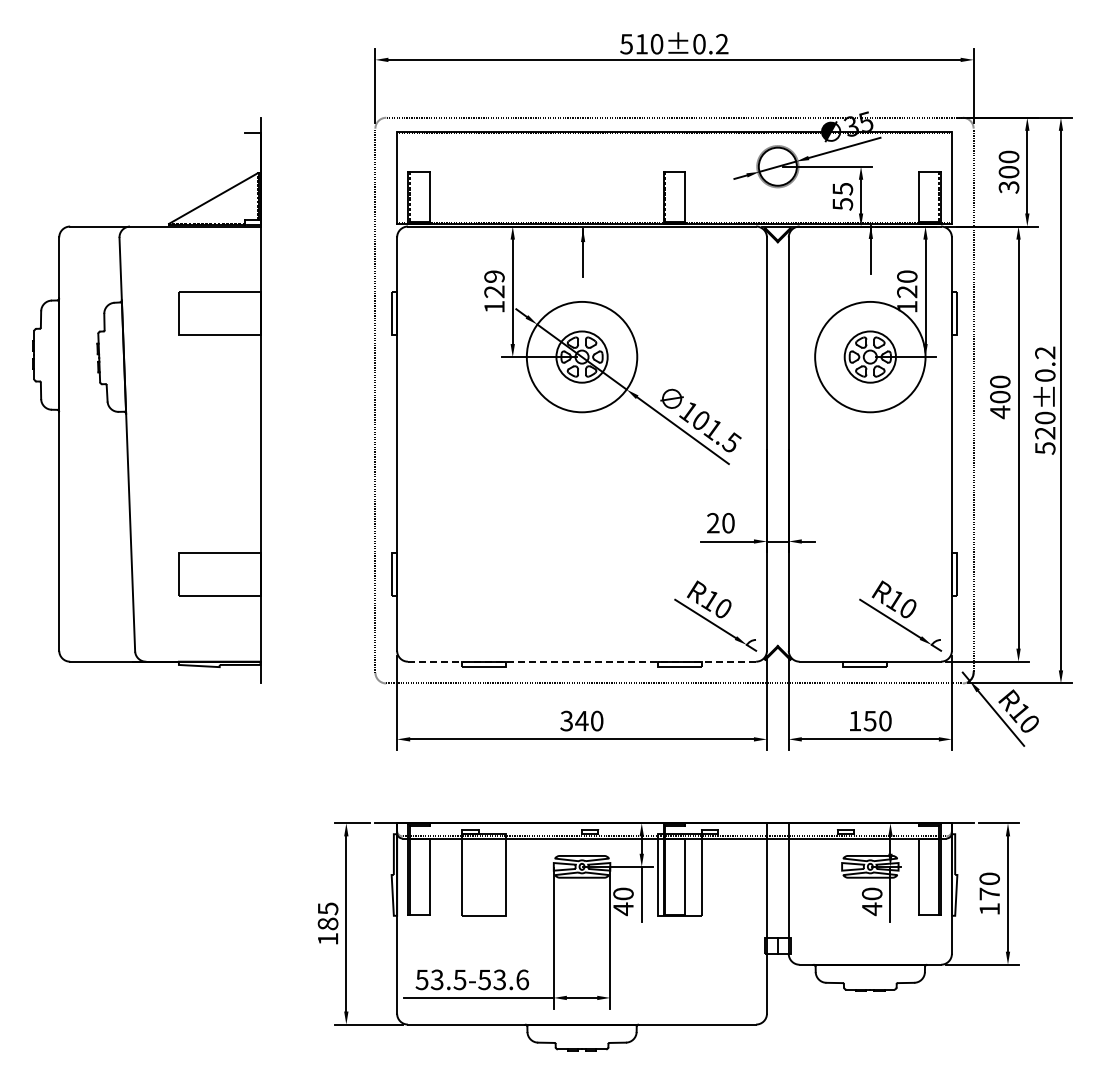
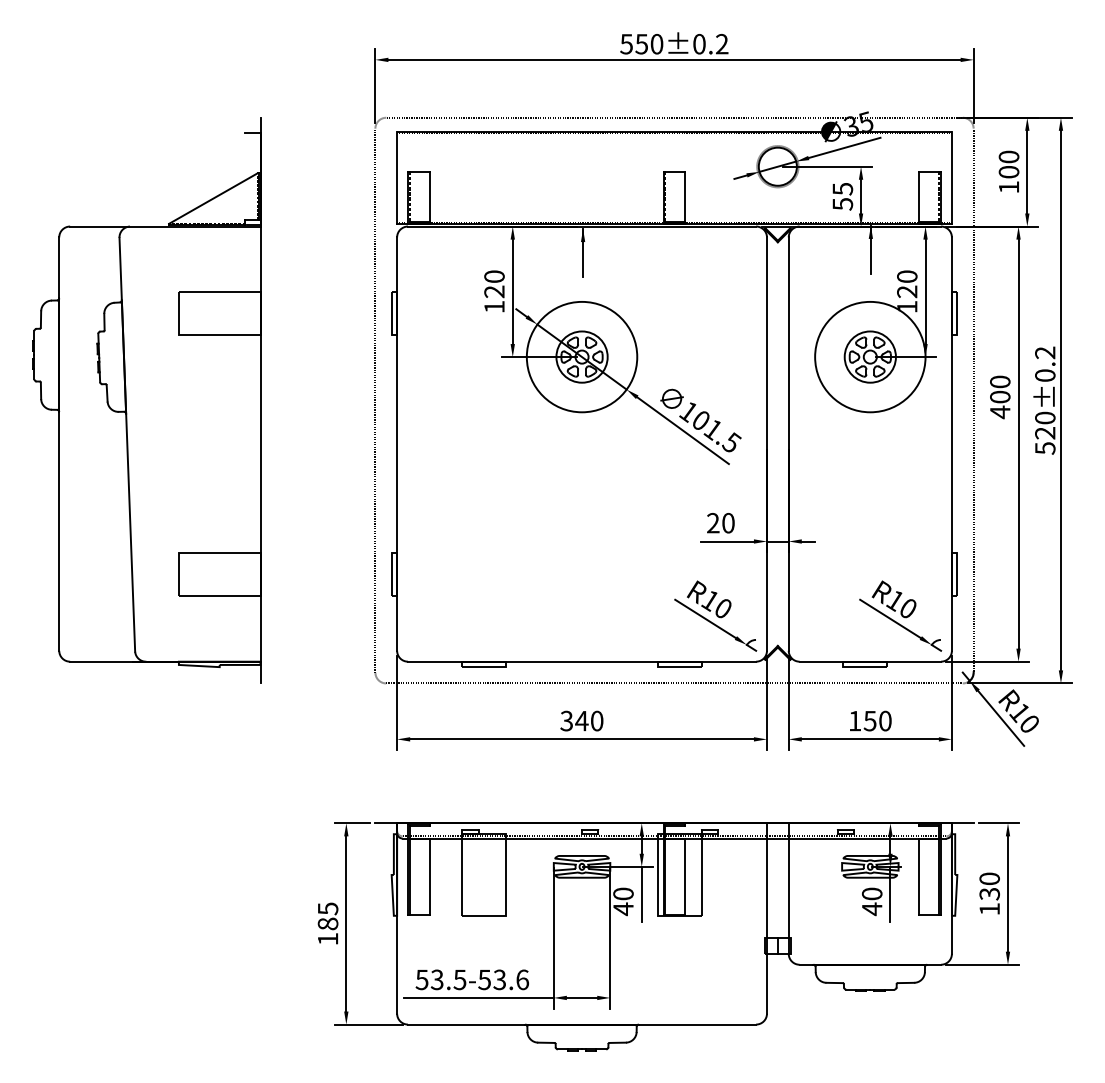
text at (641, 44): 510±0.2 -> 550±0.2
text at (1008, 187): 300 -> 100
text at (494, 276): 129 -> 120
line at (582, 661): dashed -> solid
text at (989, 893): 170 -> 130
